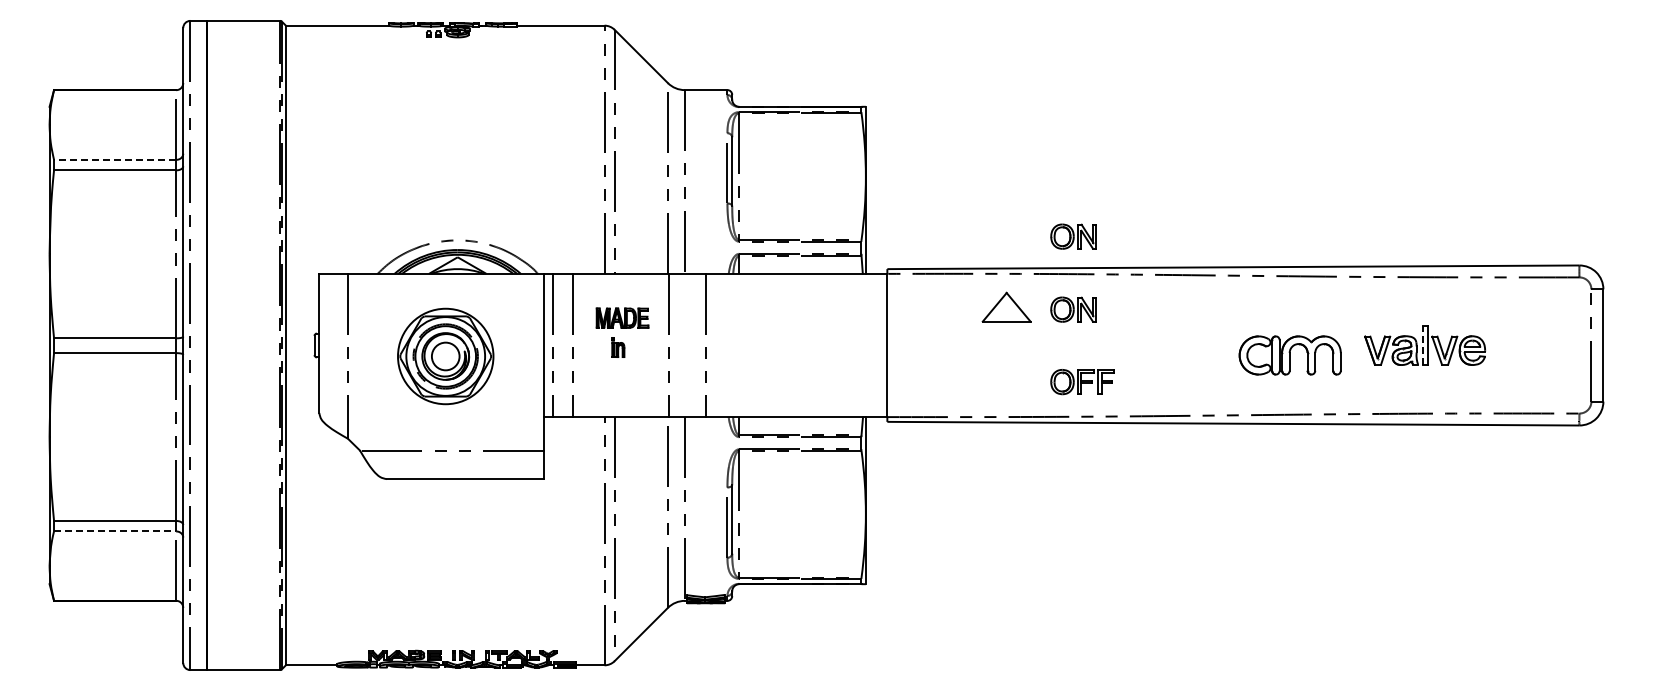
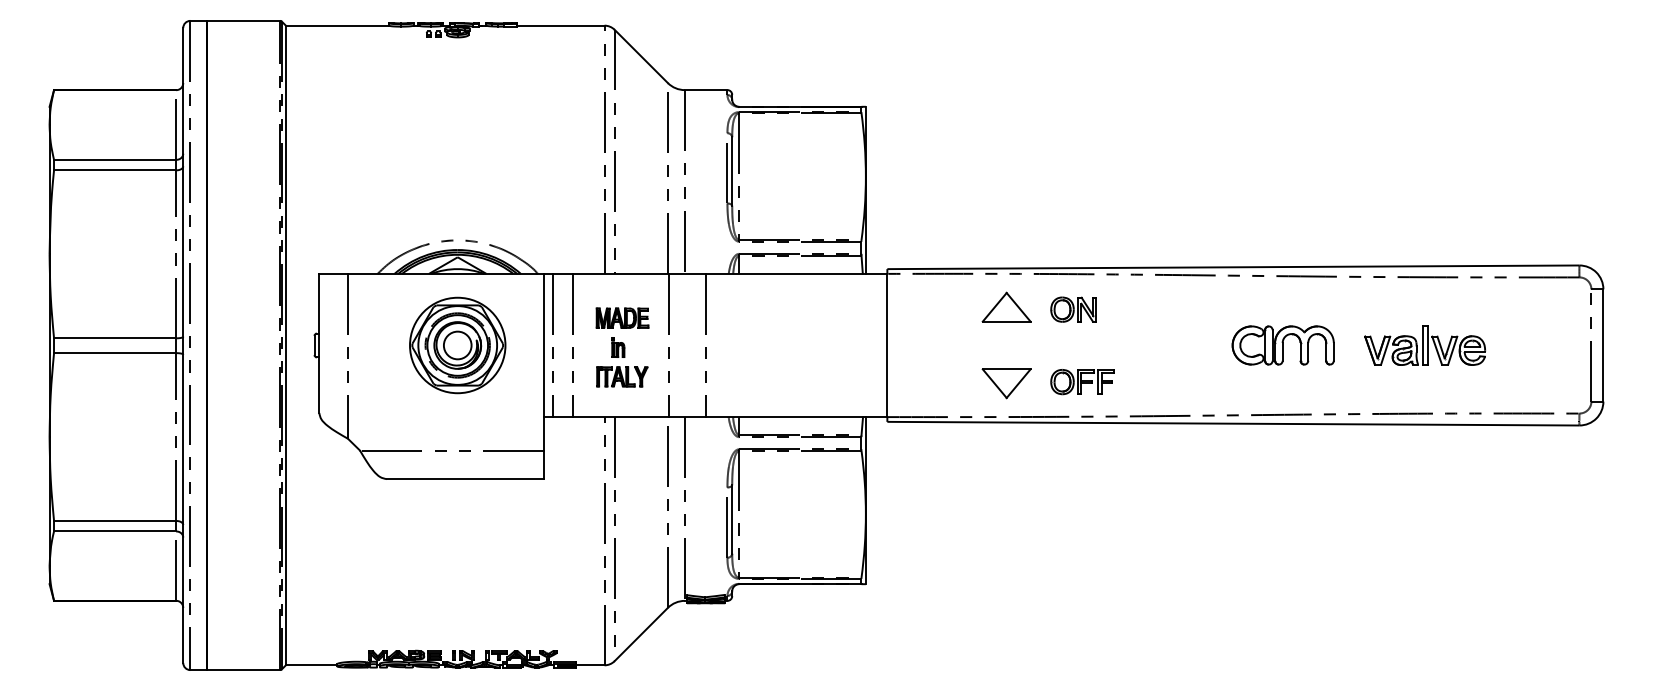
line at (114, 159): dashed -> solid
part at (1073, 236): present -> none
line at (1423, 345): dashed -> solid
part at (1289, 355) position: (1289, 355) -> (1282, 345)
part at (445, 356) position: (445, 356) -> (457, 345)
part at (622, 376): none -> present
part at (1006, 383): none -> present
line at (115, 531): dashed -> solid
